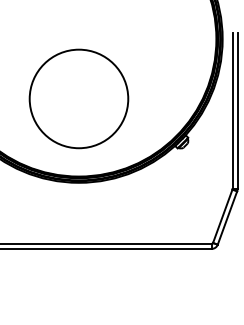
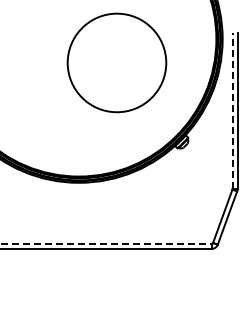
circle at (78, 98) position: (78, 98) -> (116, 62)
line at (232, 111): solid -> dashed
line at (105, 243): solid -> dashed
